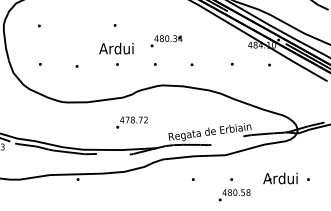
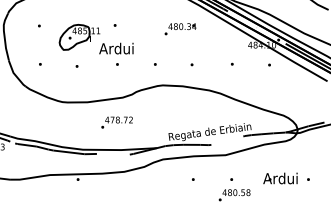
part at (79, 37): none -> present
text at (166, 41) position: (166, 41) -> (180, 29)
text at (131, 122) position: (131, 122) -> (116, 122)
